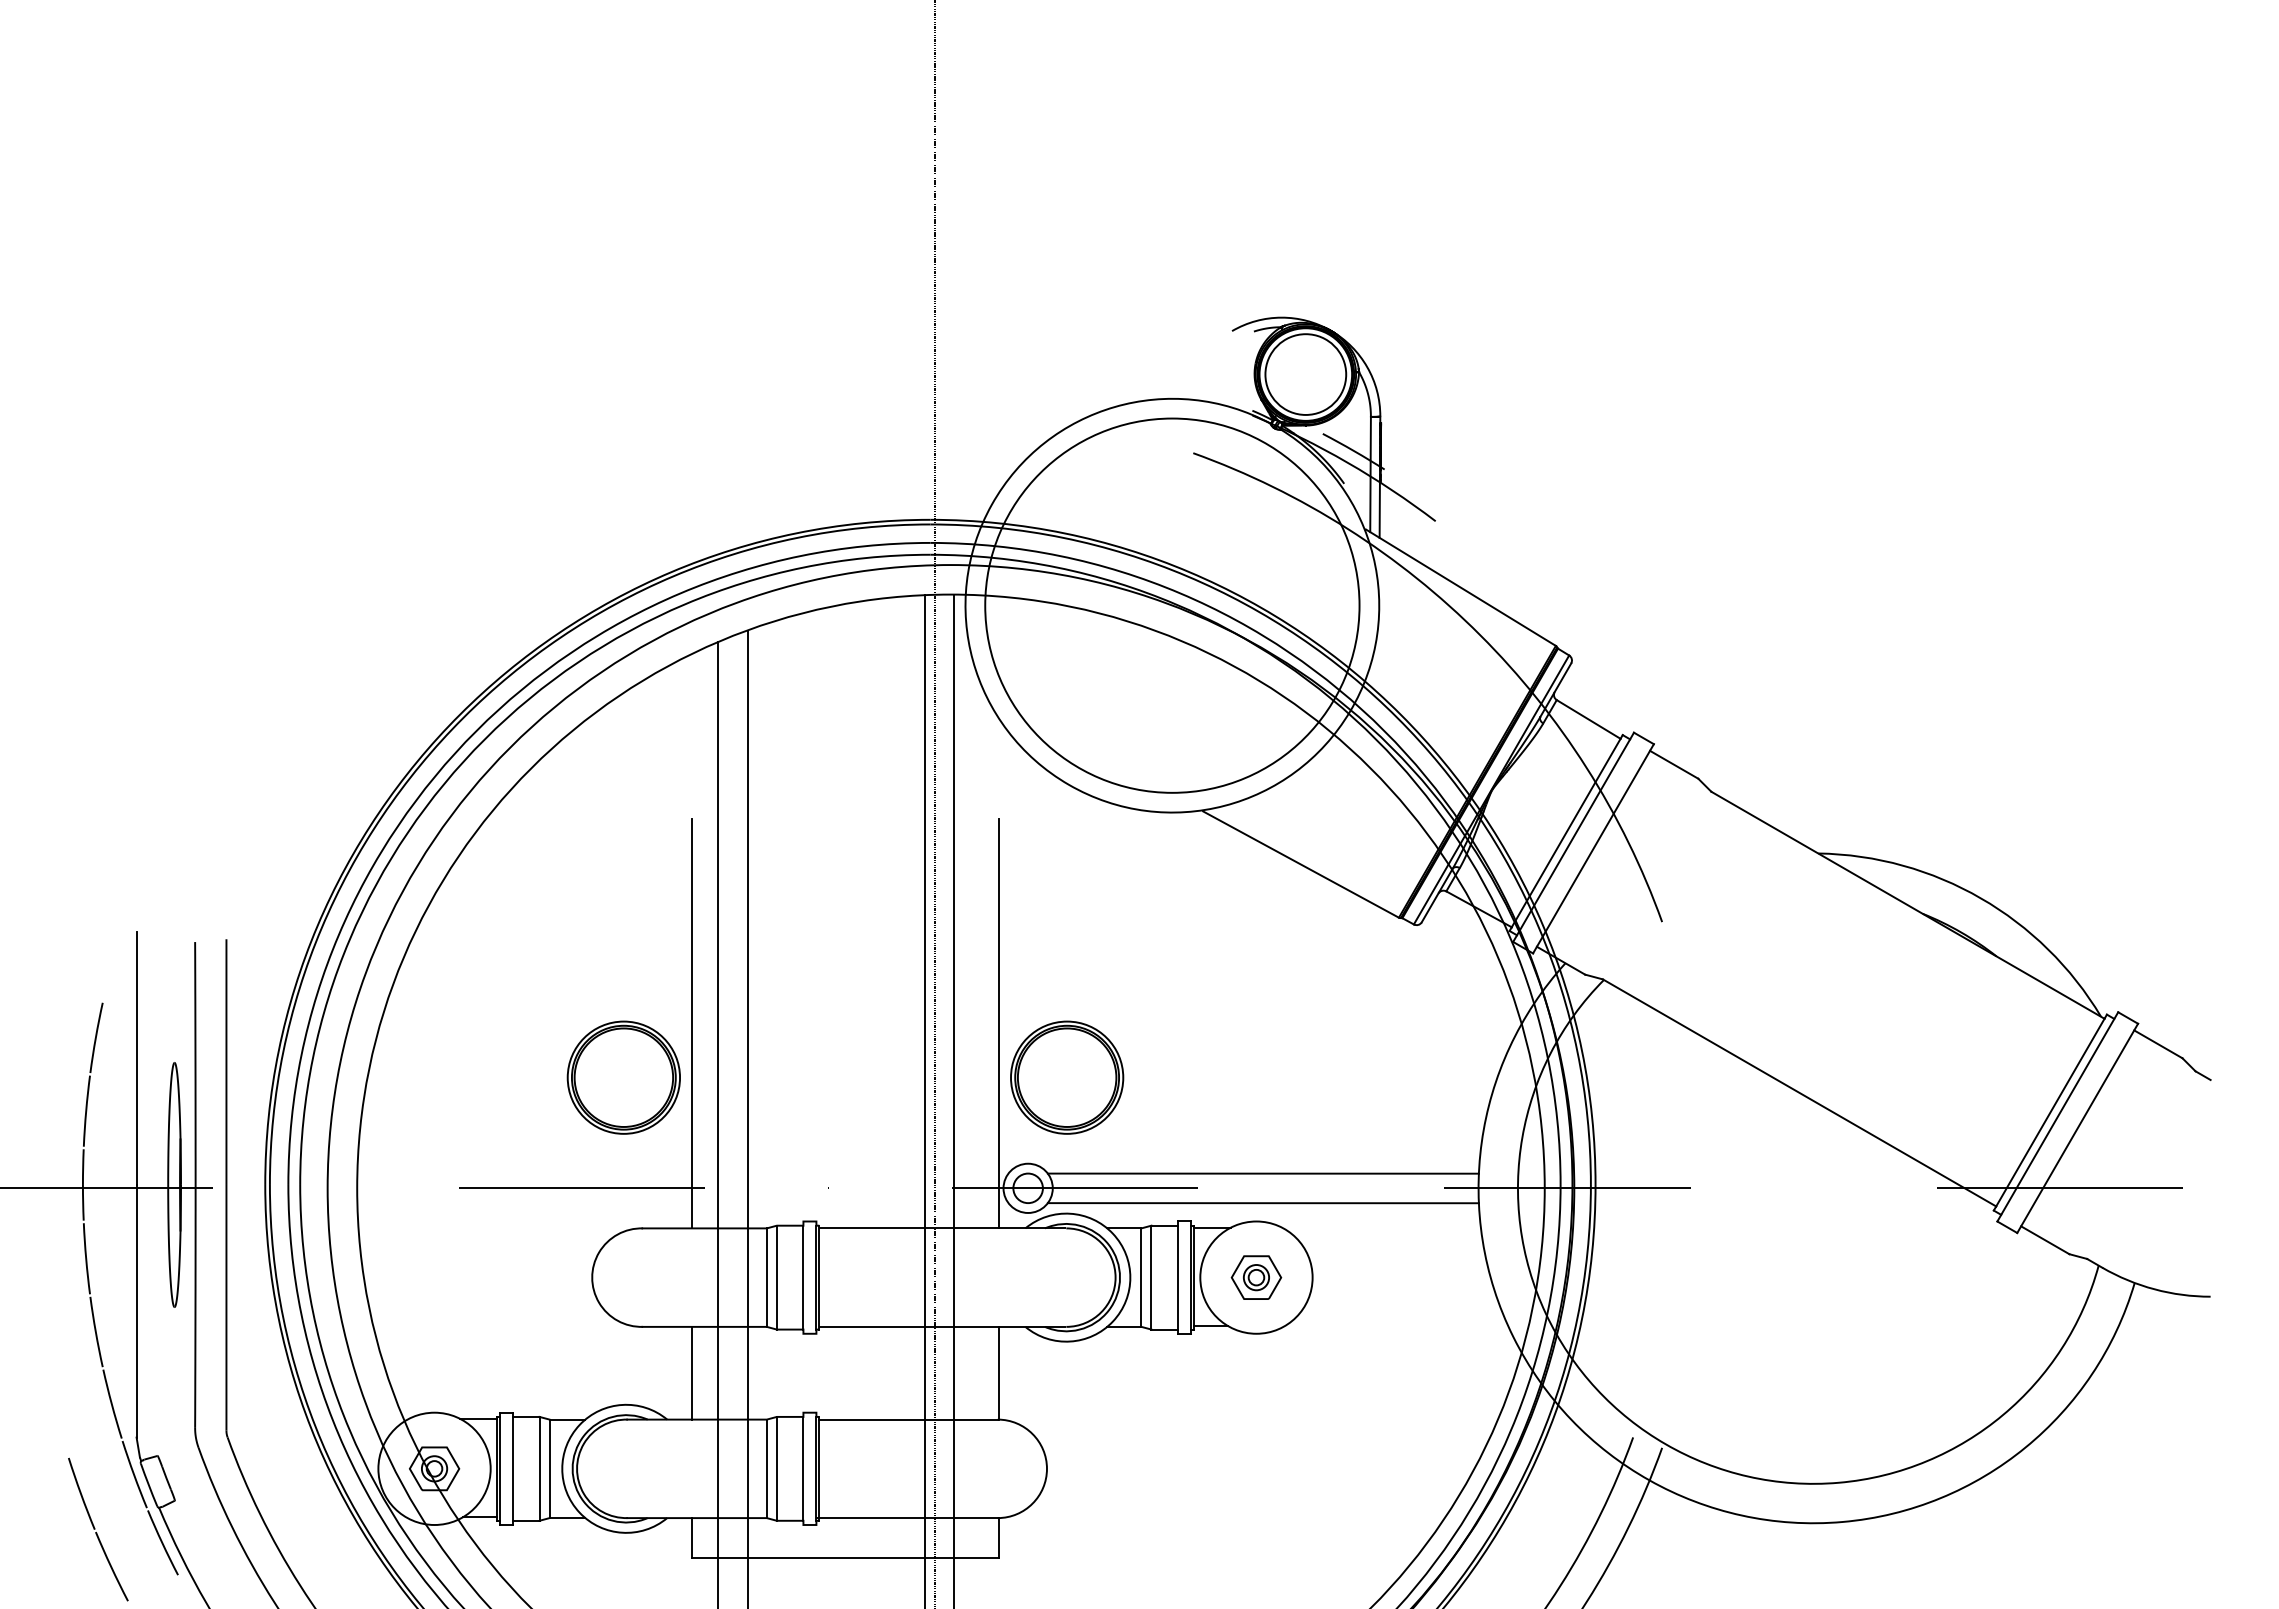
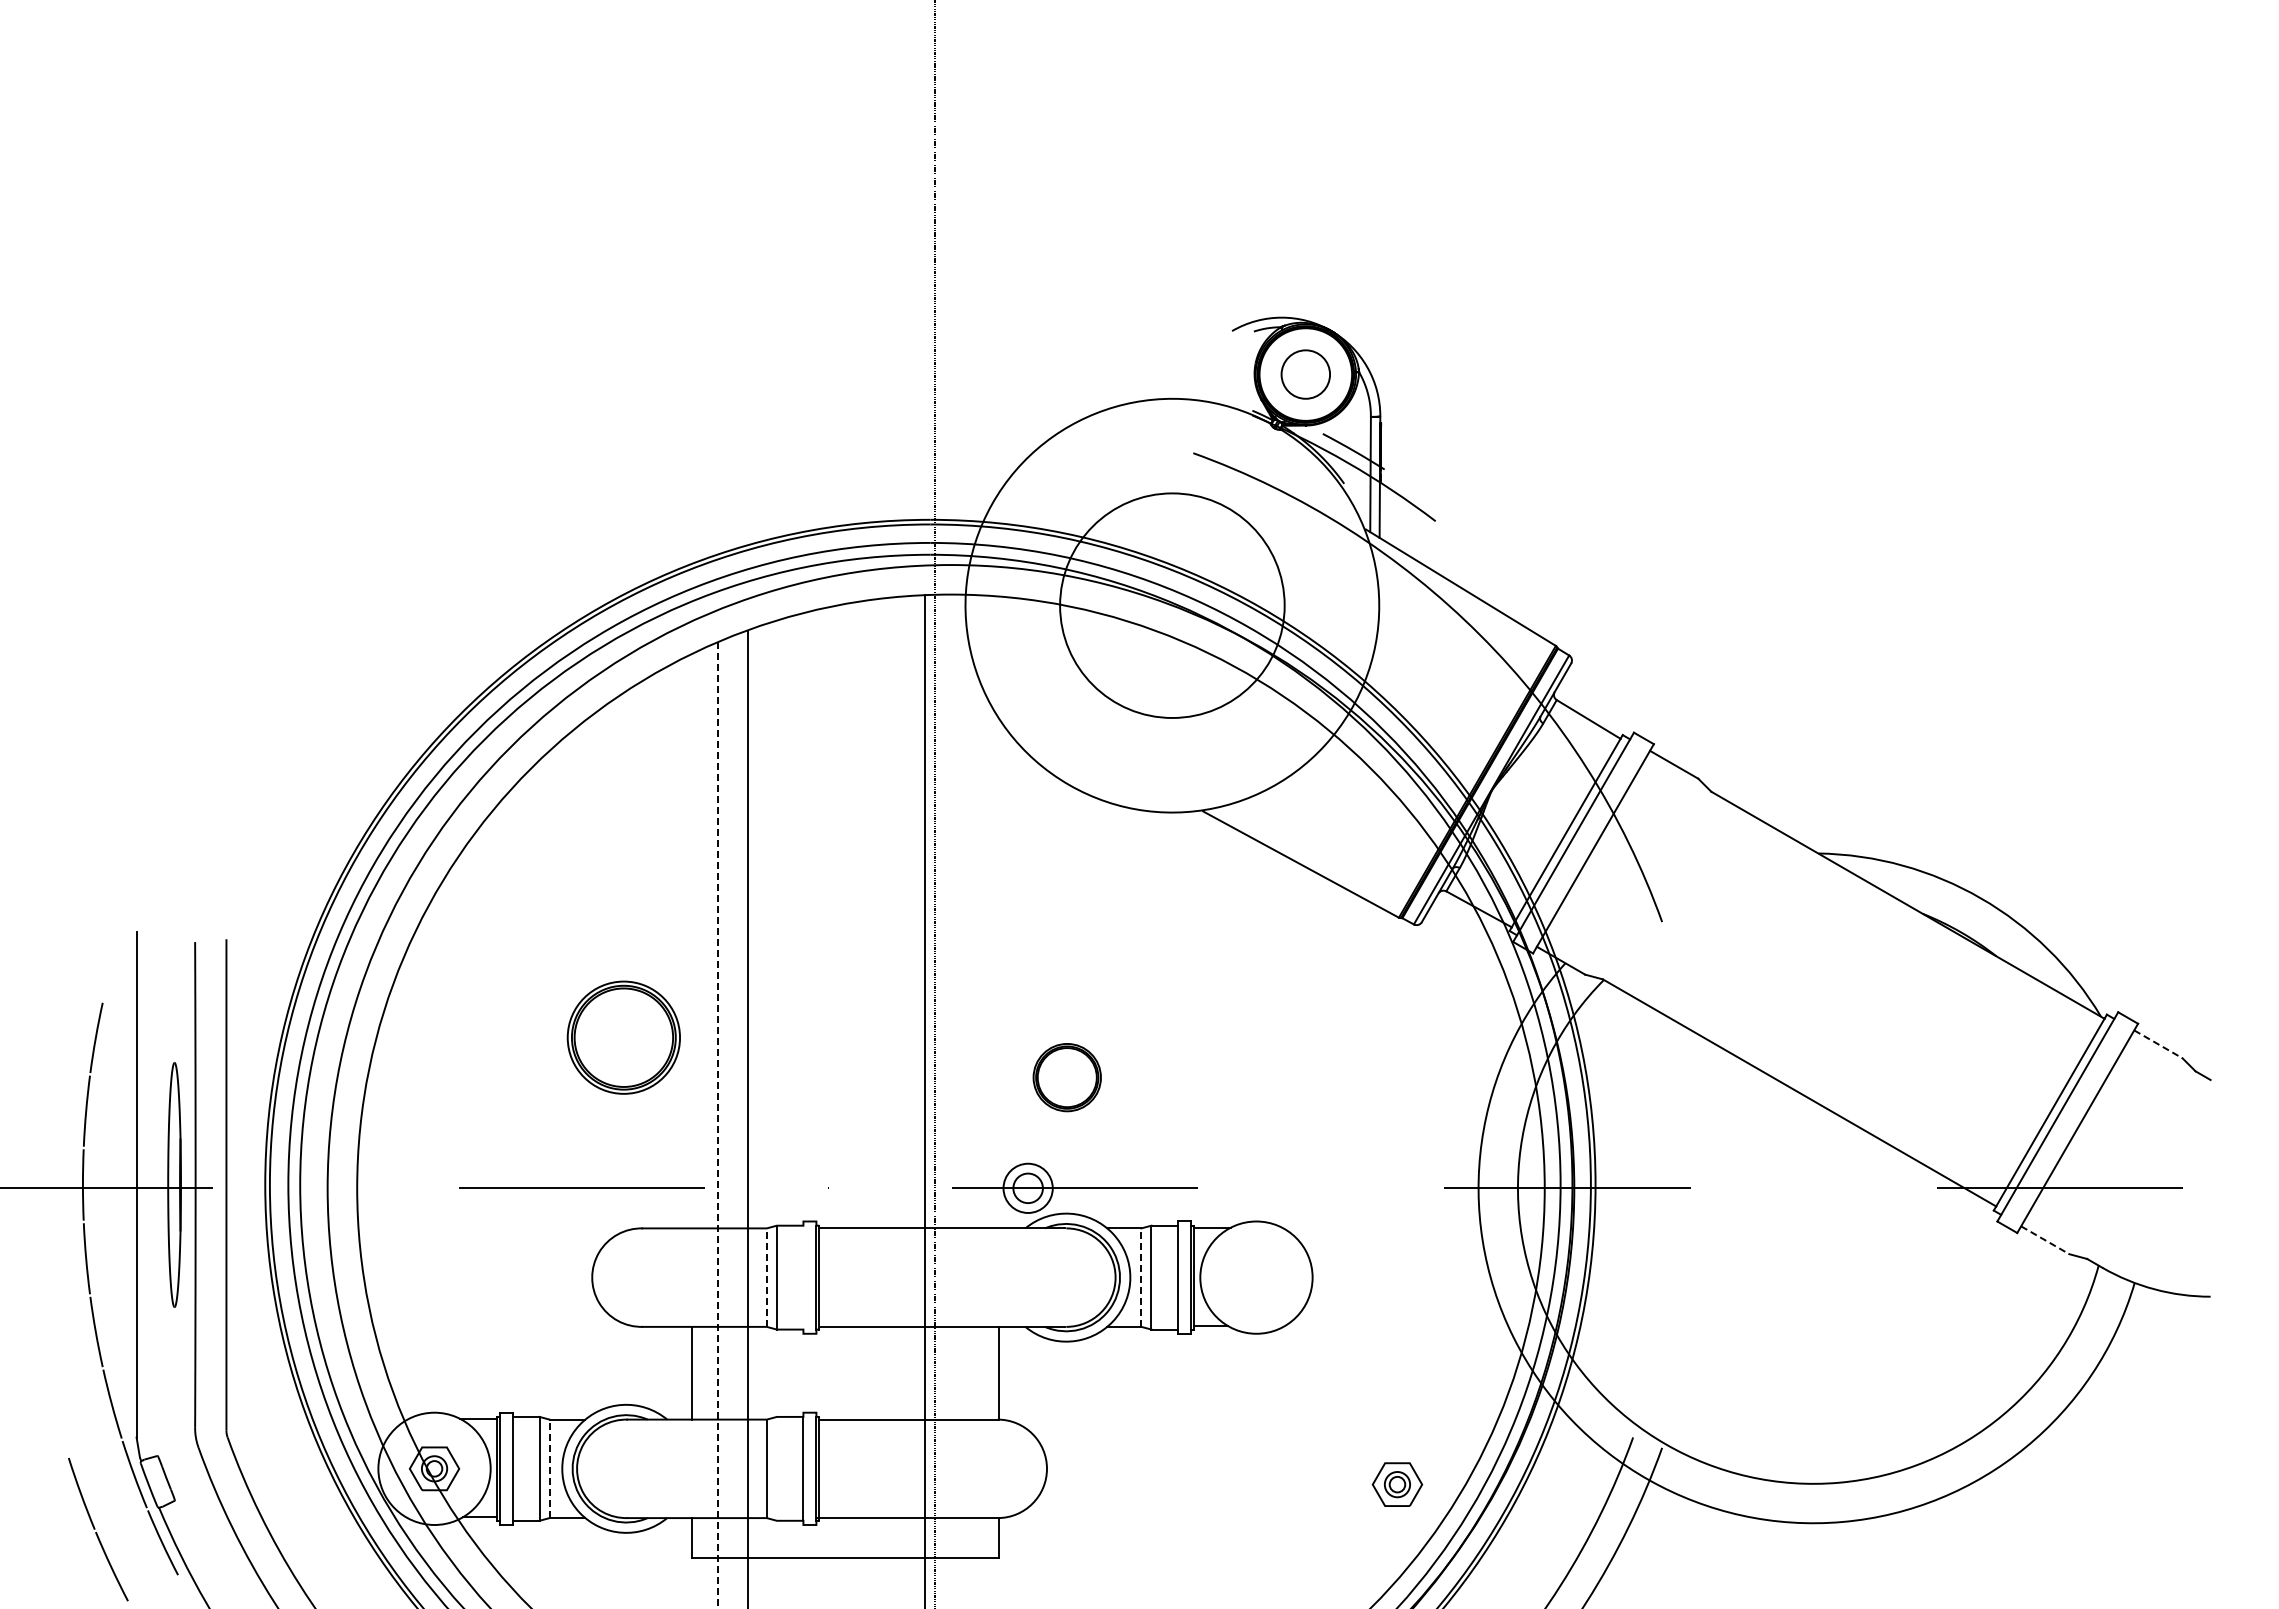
circle at (1305, 374) diameter: 81 px -> 48 px
circle at (1172, 605) diameter: 374 px -> 225 px
line at (691, 1023): present -> none
line at (999, 1023): present -> none
line at (2158, 1044): solid -> dashed
part at (623, 1077) position: (623, 1077) -> (623, 1037)
part at (1067, 1077) size: 115x115 px -> 70x70 px
line at (954, 1099): present -> none
line at (717, 1125): solid -> dashed
line at (1262, 1173): present -> none
line at (1262, 1203): present -> none
line at (2045, 1240): solid -> dashed
line at (766, 1277): solid -> dashed
line at (803, 1277): present -> none
line at (1141, 1277): solid -> dashed
part at (1256, 1277) position: (1256, 1277) -> (1397, 1484)
line at (549, 1468): solid -> dashed
line at (776, 1468): present -> none
